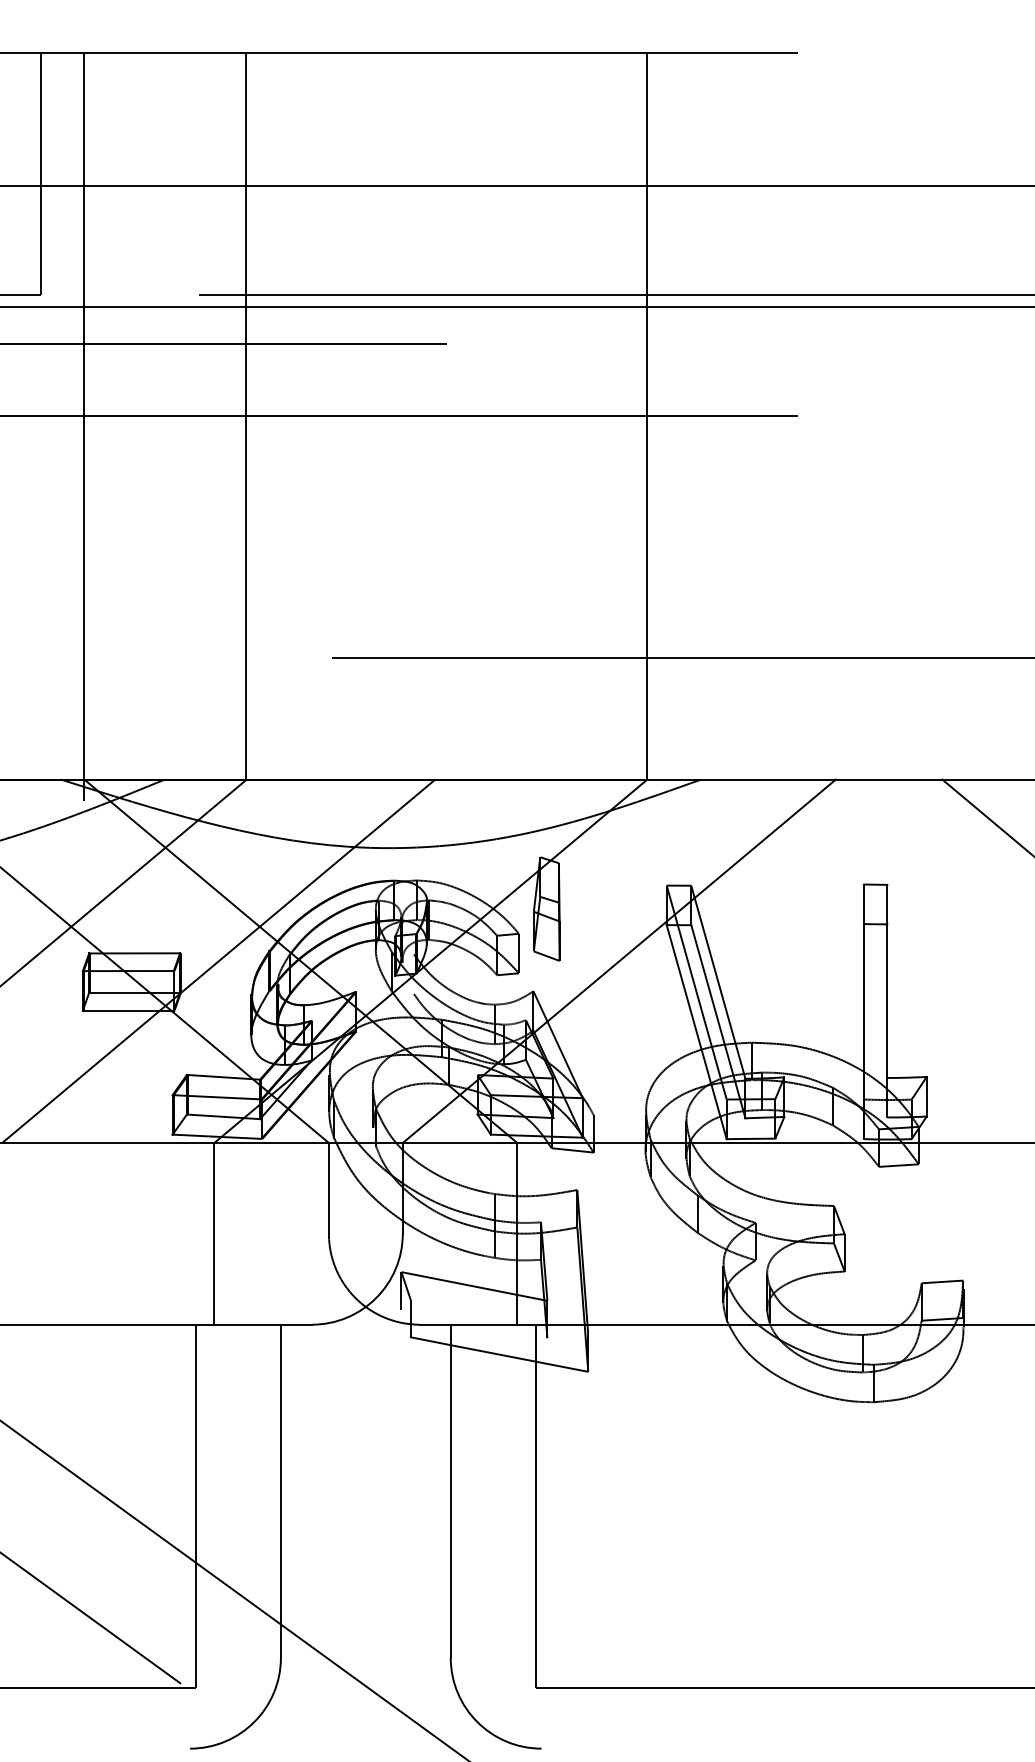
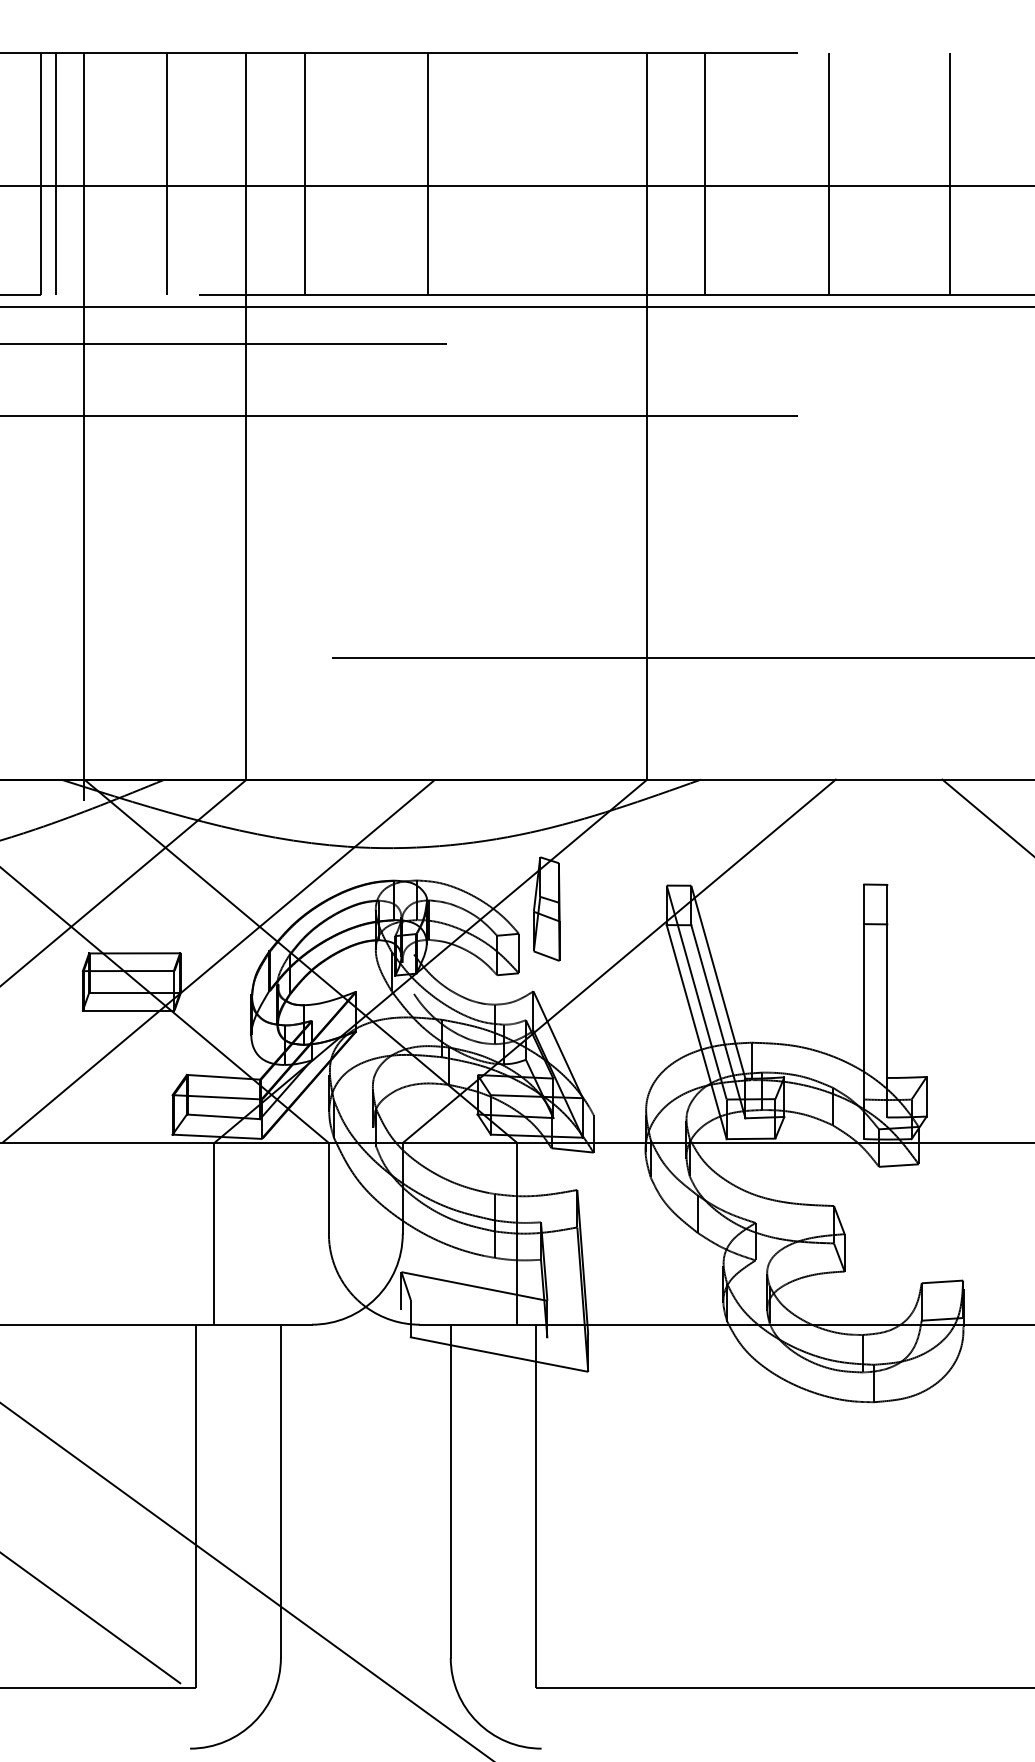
line at (55, 173): none -> present
line at (167, 173): none -> present
line at (305, 173): none -> present
line at (427, 173): none -> present
line at (705, 173): none -> present
line at (828, 173): none -> present
line at (949, 173): none -> present
line at (233, 1589) position: (233, 1589) -> (246, 1581)
